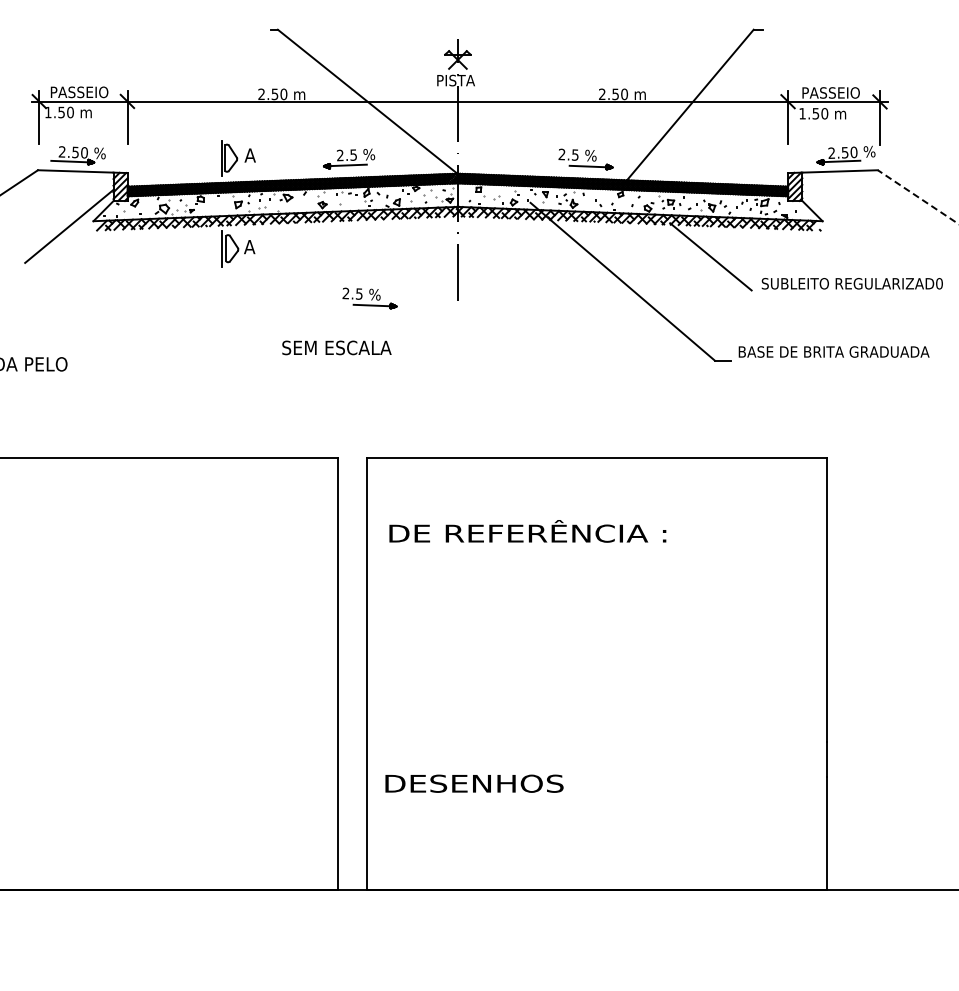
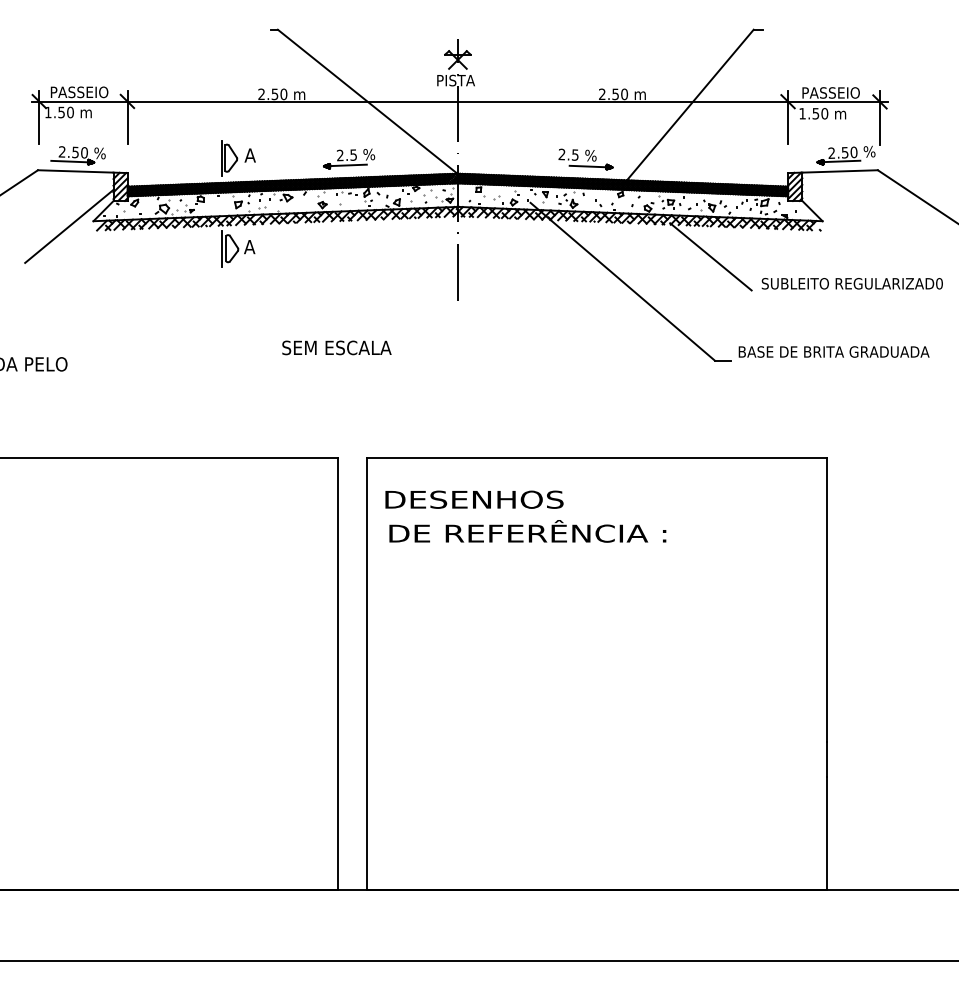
line at (917, 196): dashed -> solid
part at (369, 298): present -> none
text at (474, 783) position: (474, 783) -> (474, 499)
line at (478, 961): none -> present
